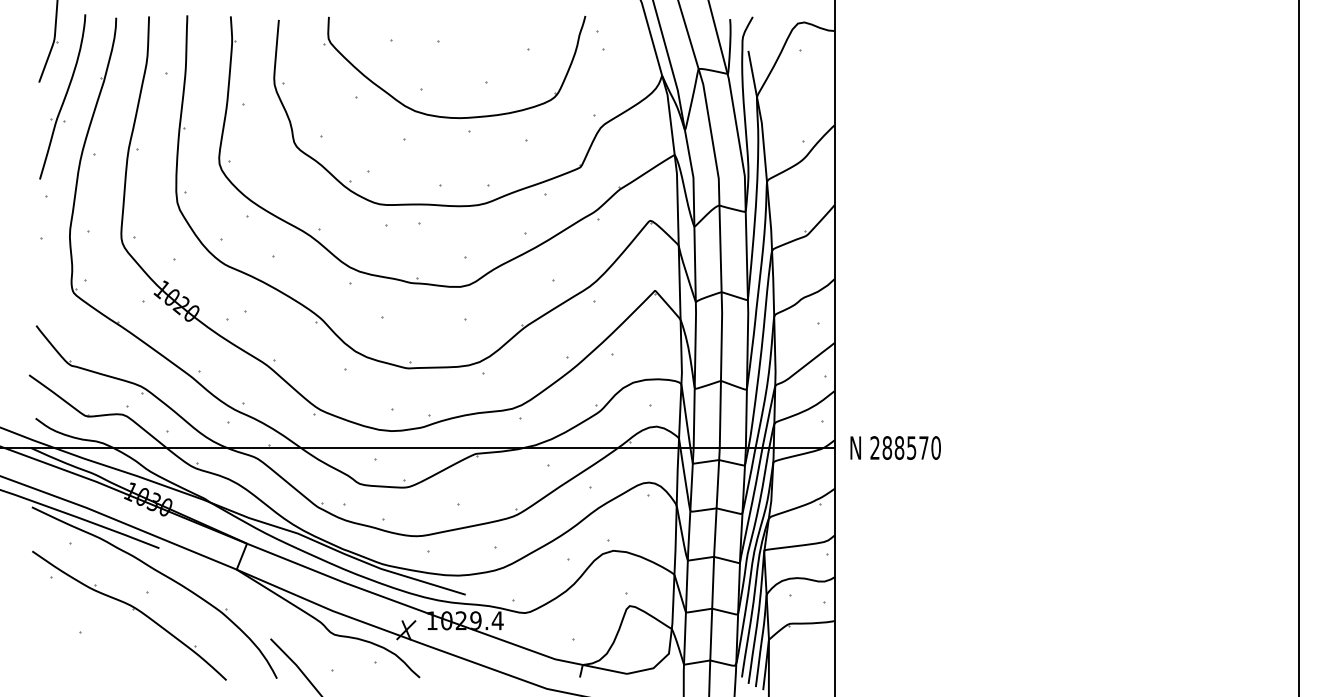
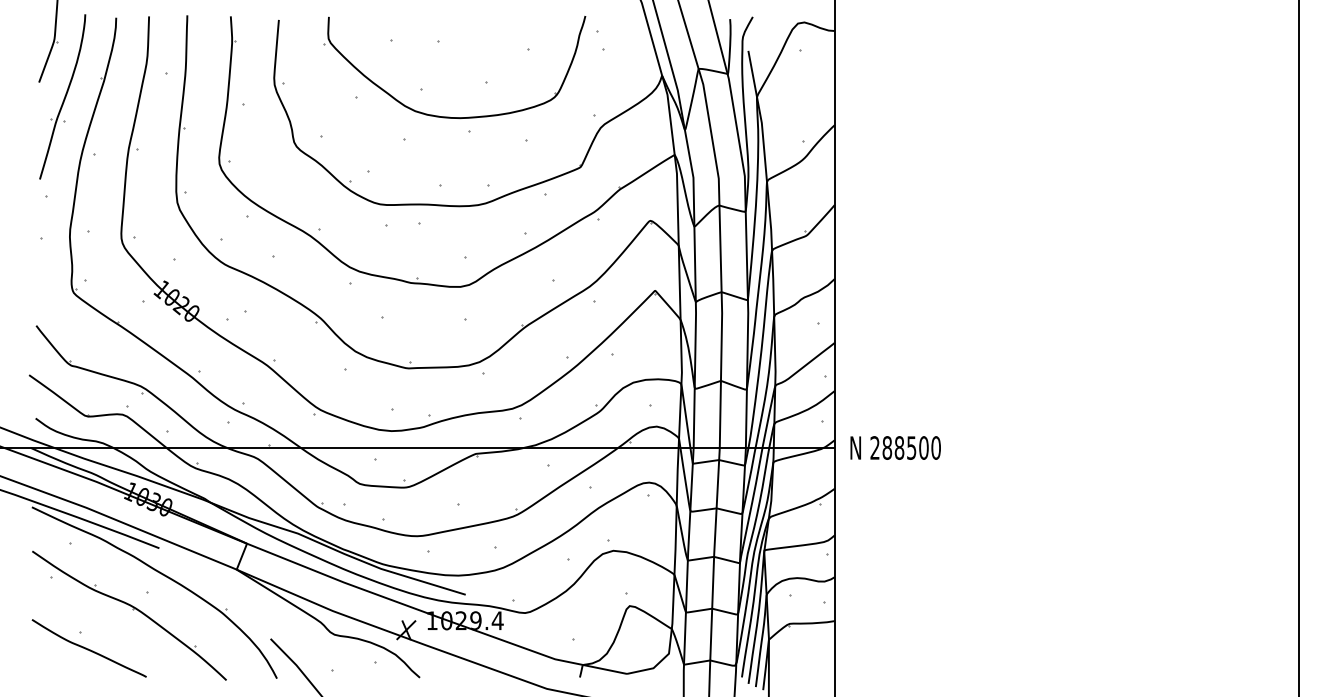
text at (923, 447): 288570 -> 288500
curve at (88, 648): none -> present
